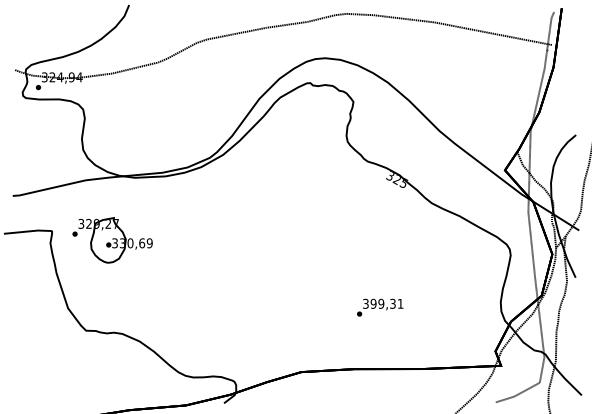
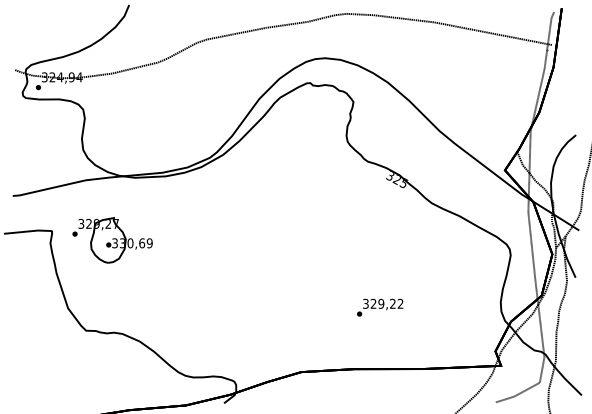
text at (386, 303): 399,31 -> 329,22
